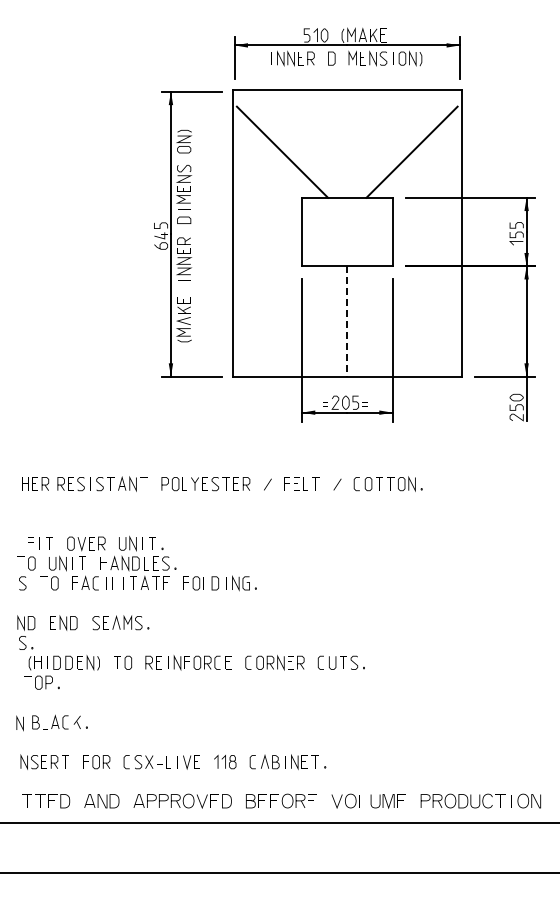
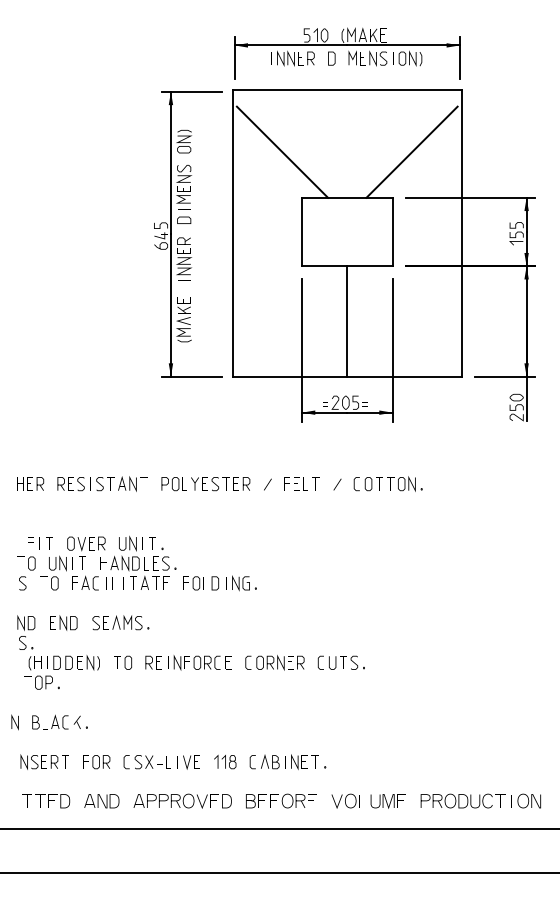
line at (347, 321): dashed -> solid
part at (35, 483) position: (35, 483) -> (30, 483)
line at (19, 723) position: (19, 723) -> (14, 722)
line at (279, 822) position: (279, 822) -> (279, 828)
